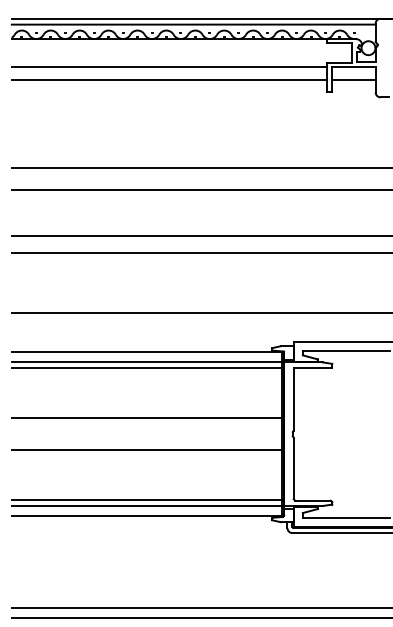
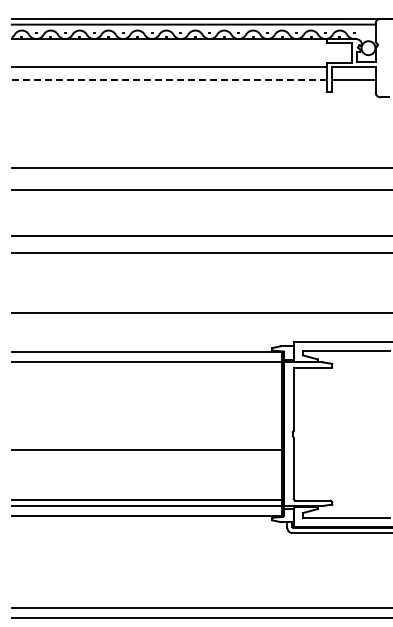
line at (169, 80): solid -> dashed
line at (146, 368): present -> none
line at (146, 418): present -> none
